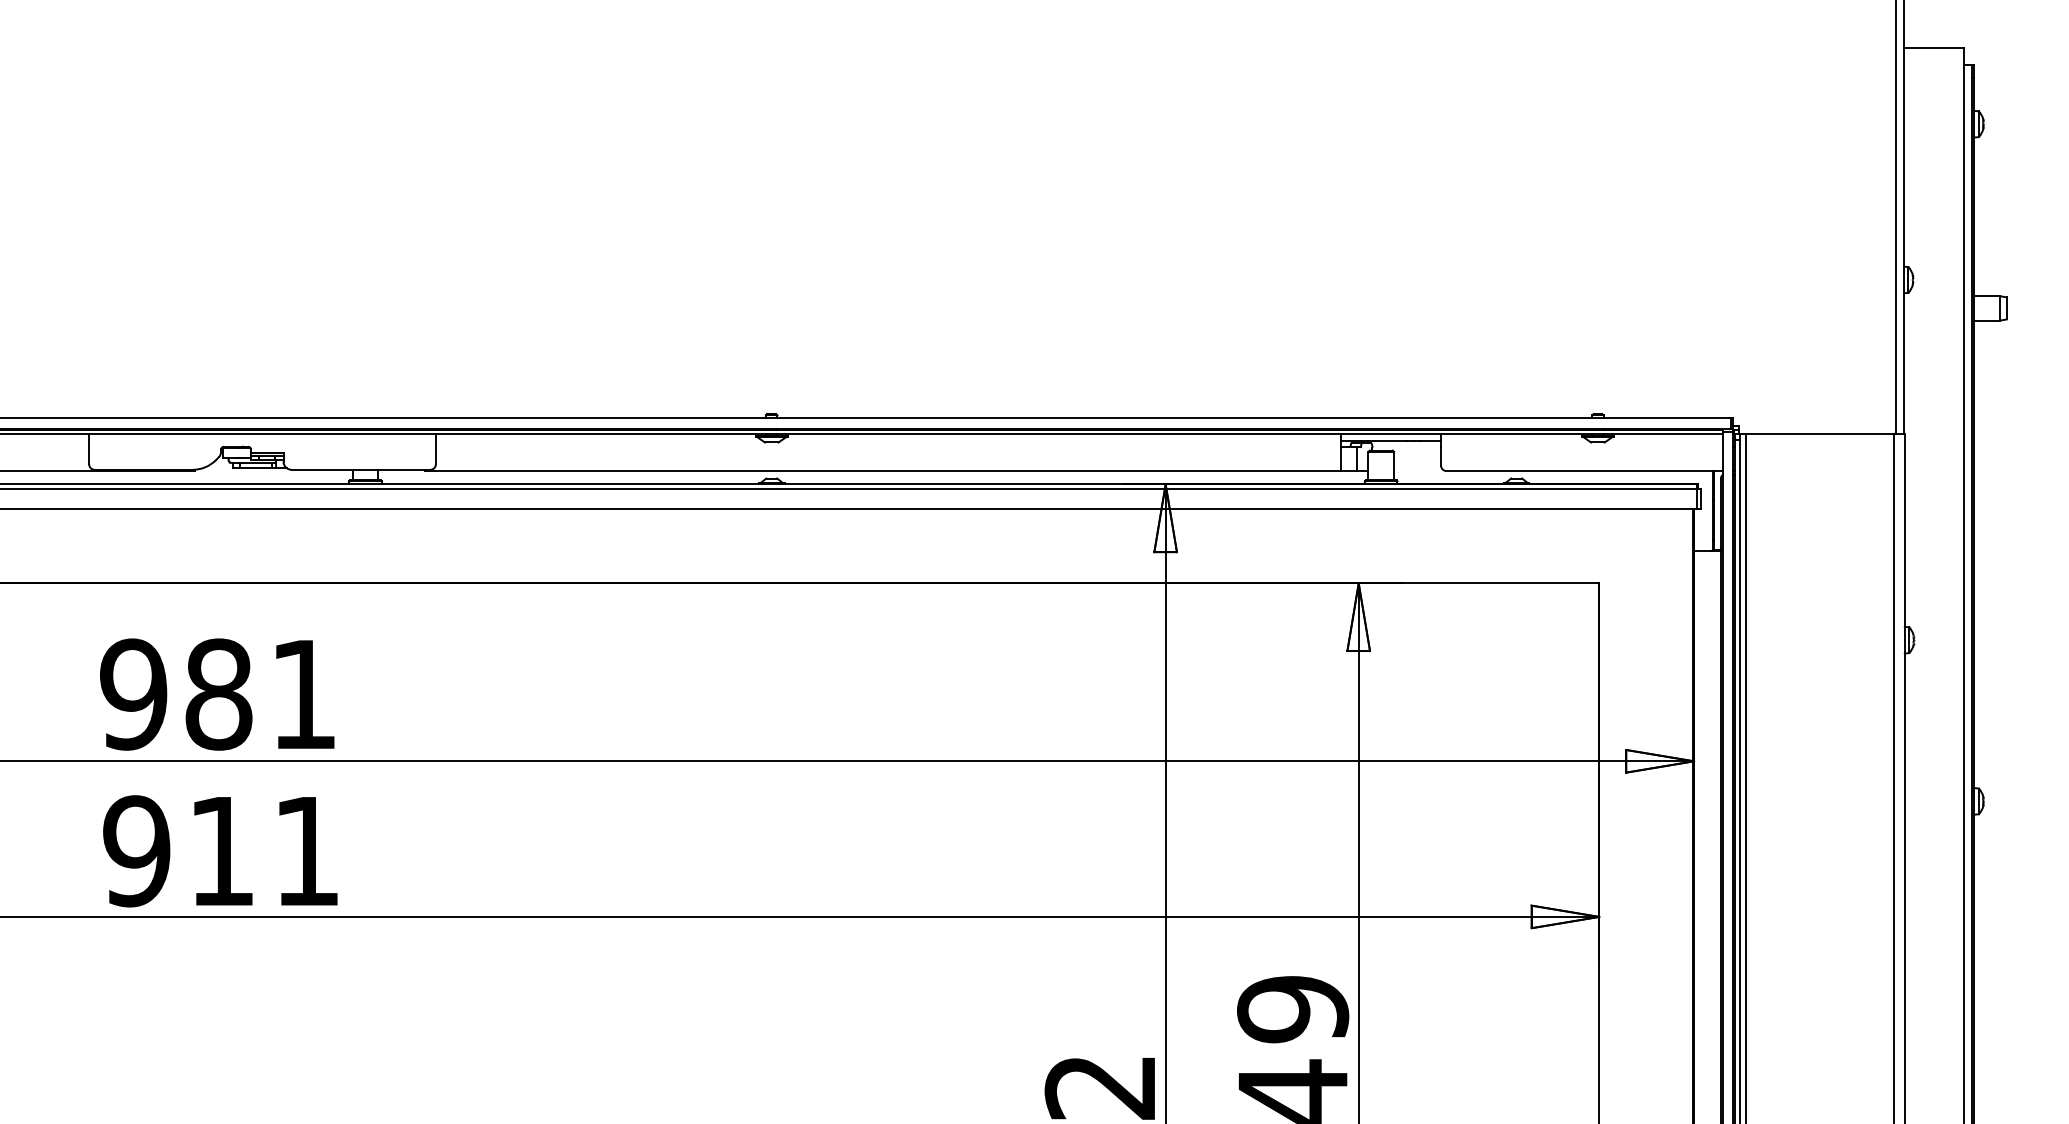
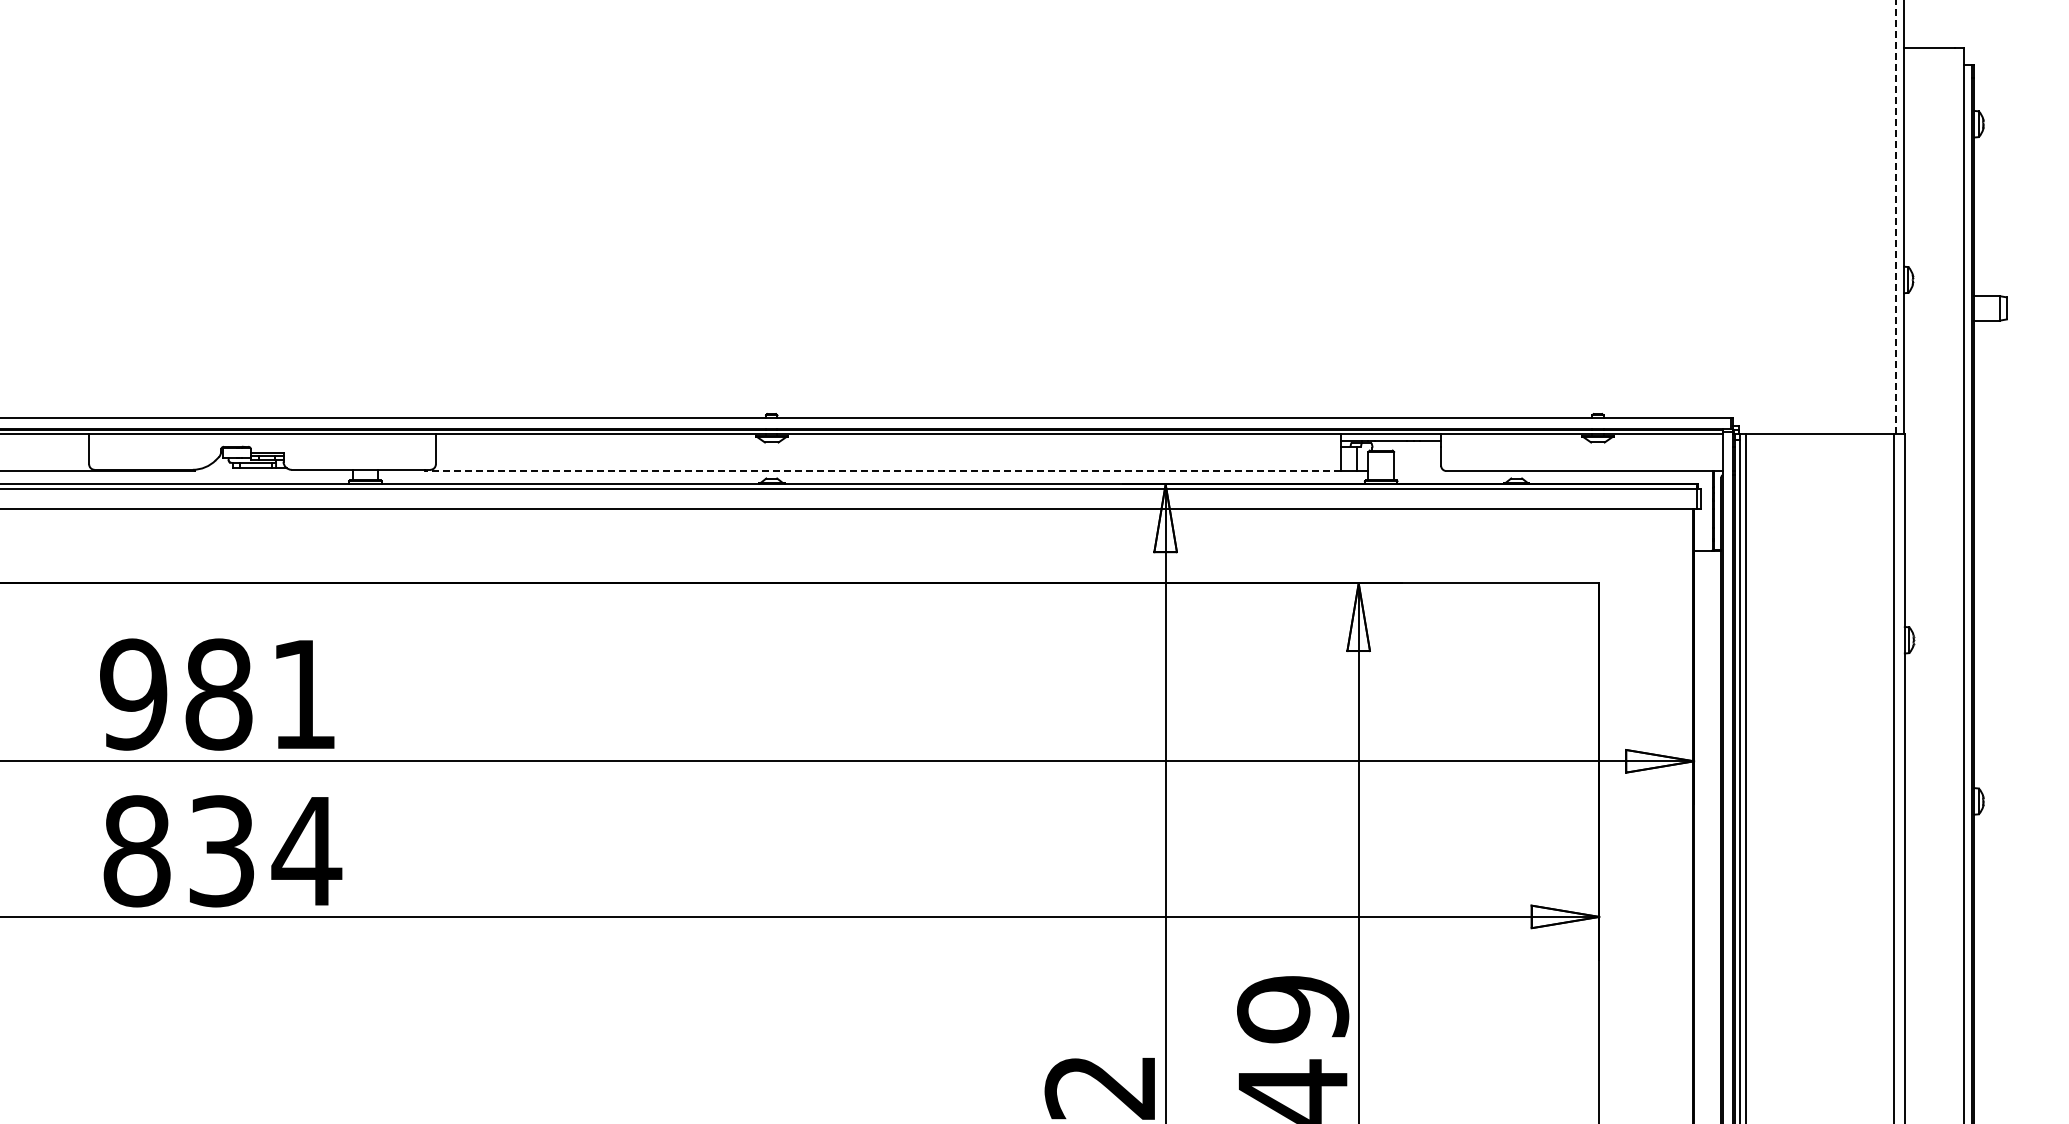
line at (1895, 217): solid -> dashed
line at (882, 471): solid -> dashed
text at (222, 851): 911 -> 834
